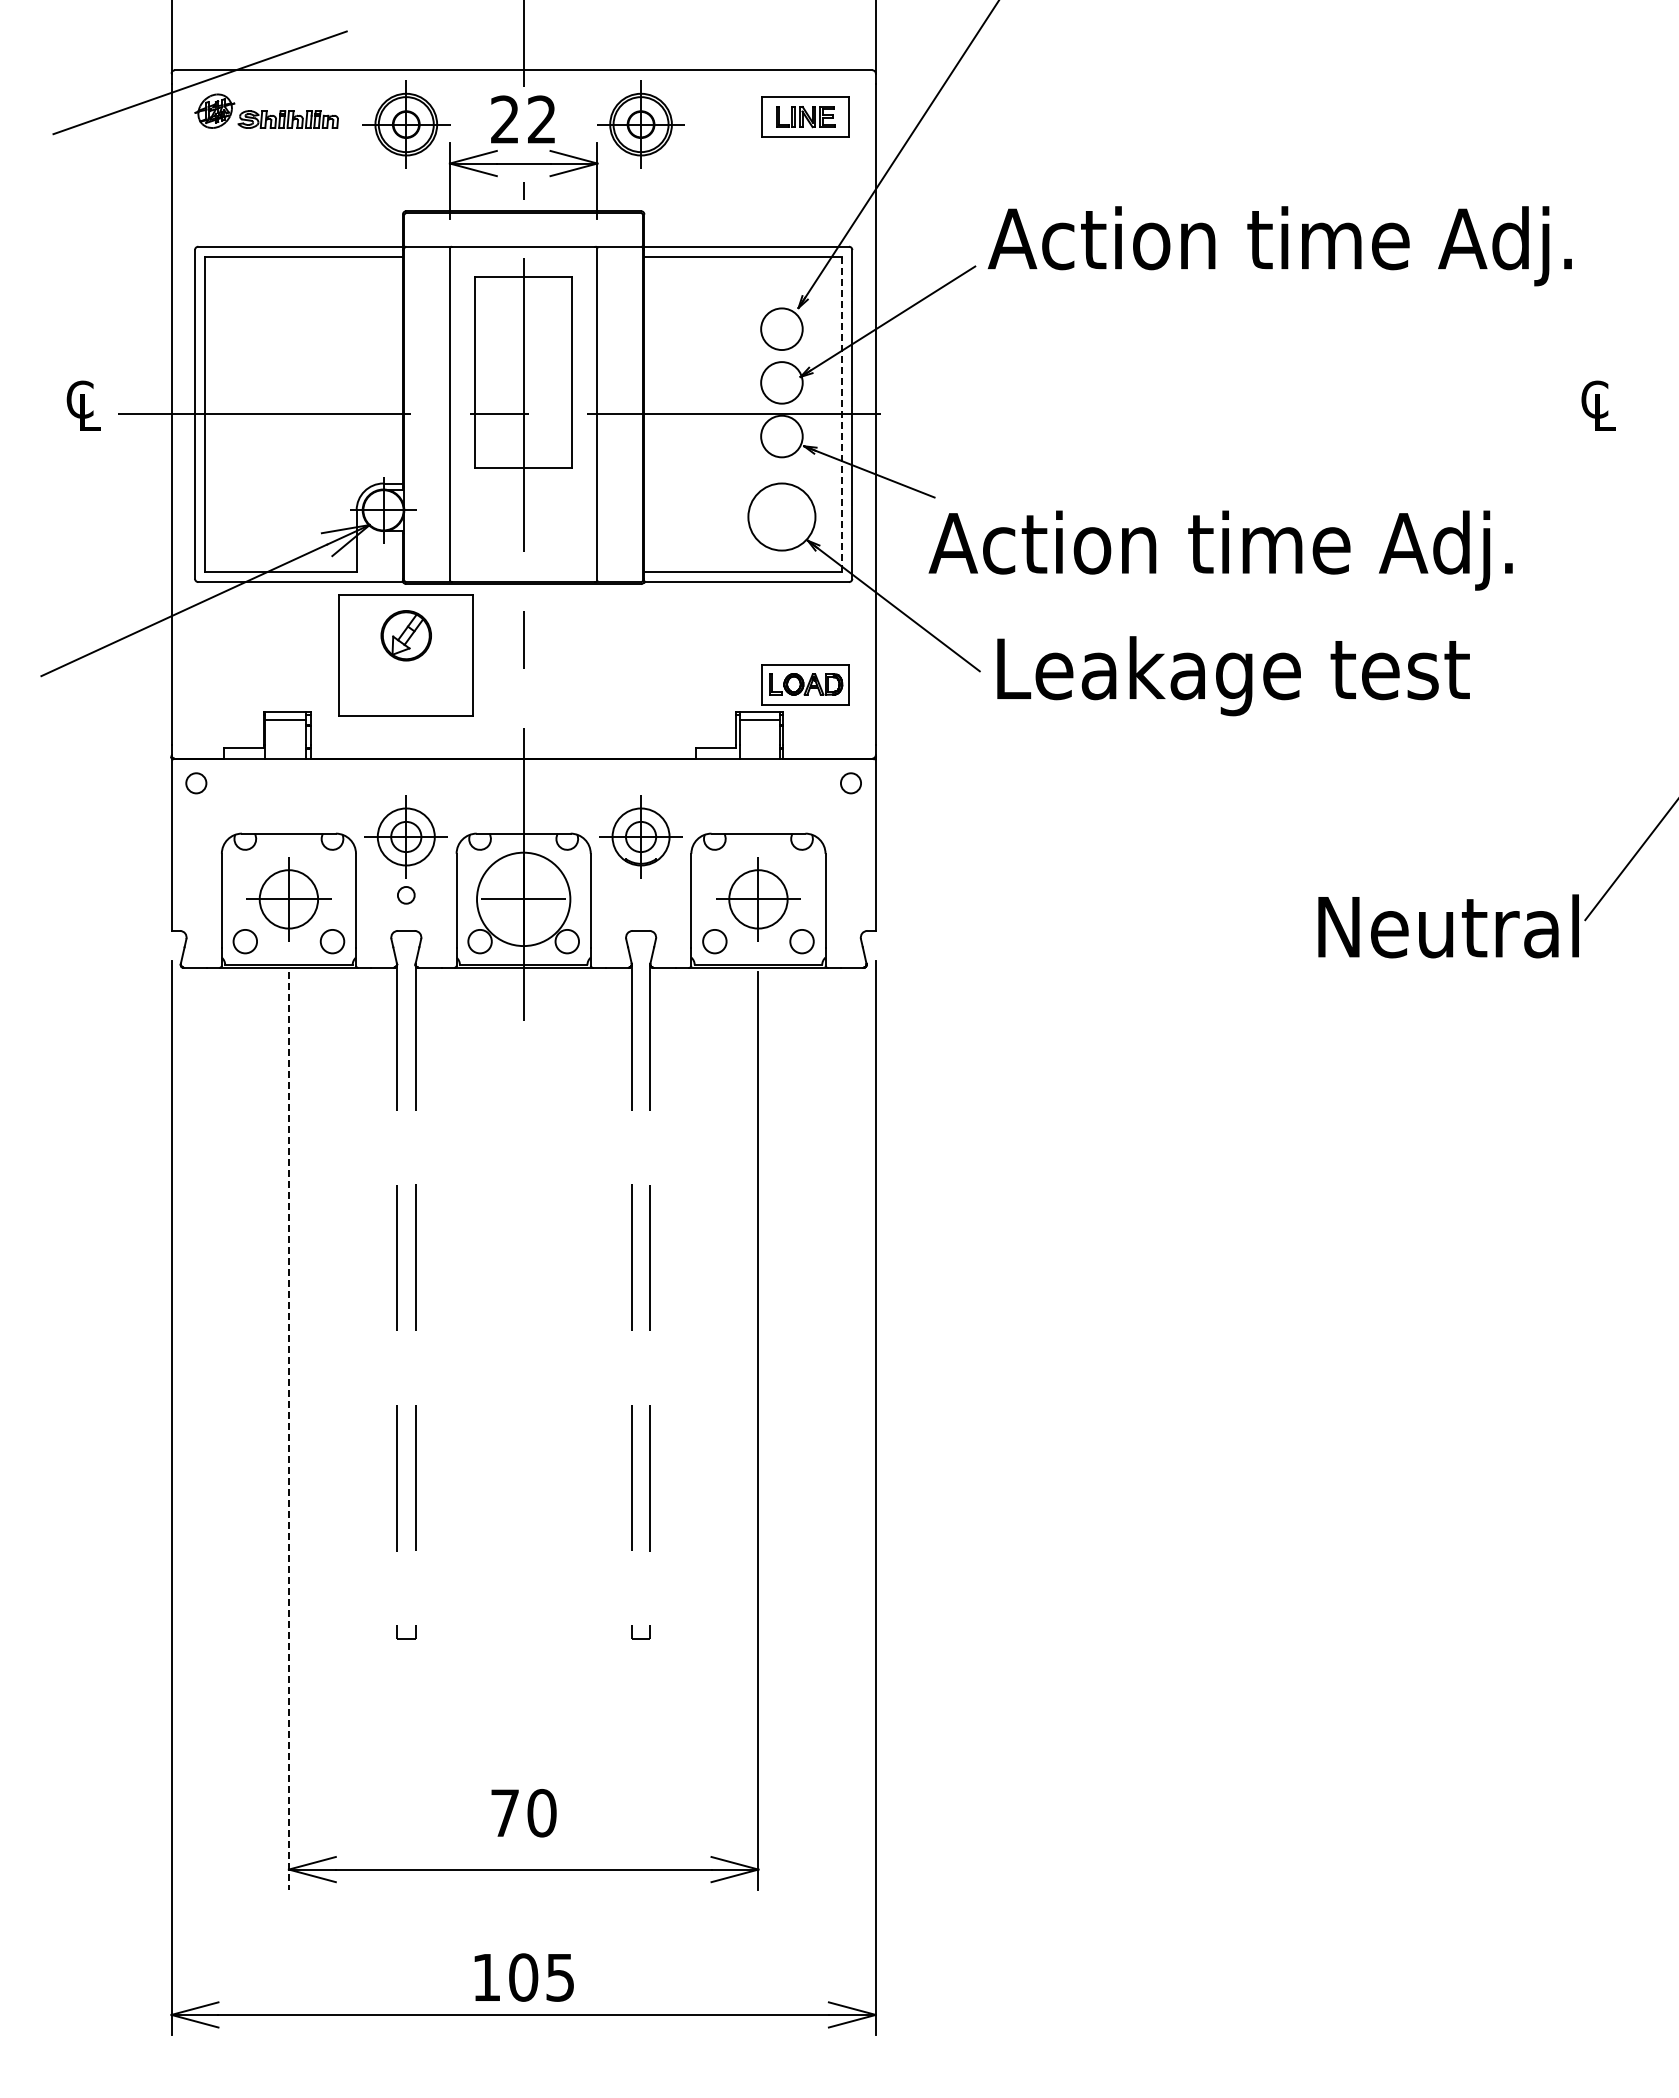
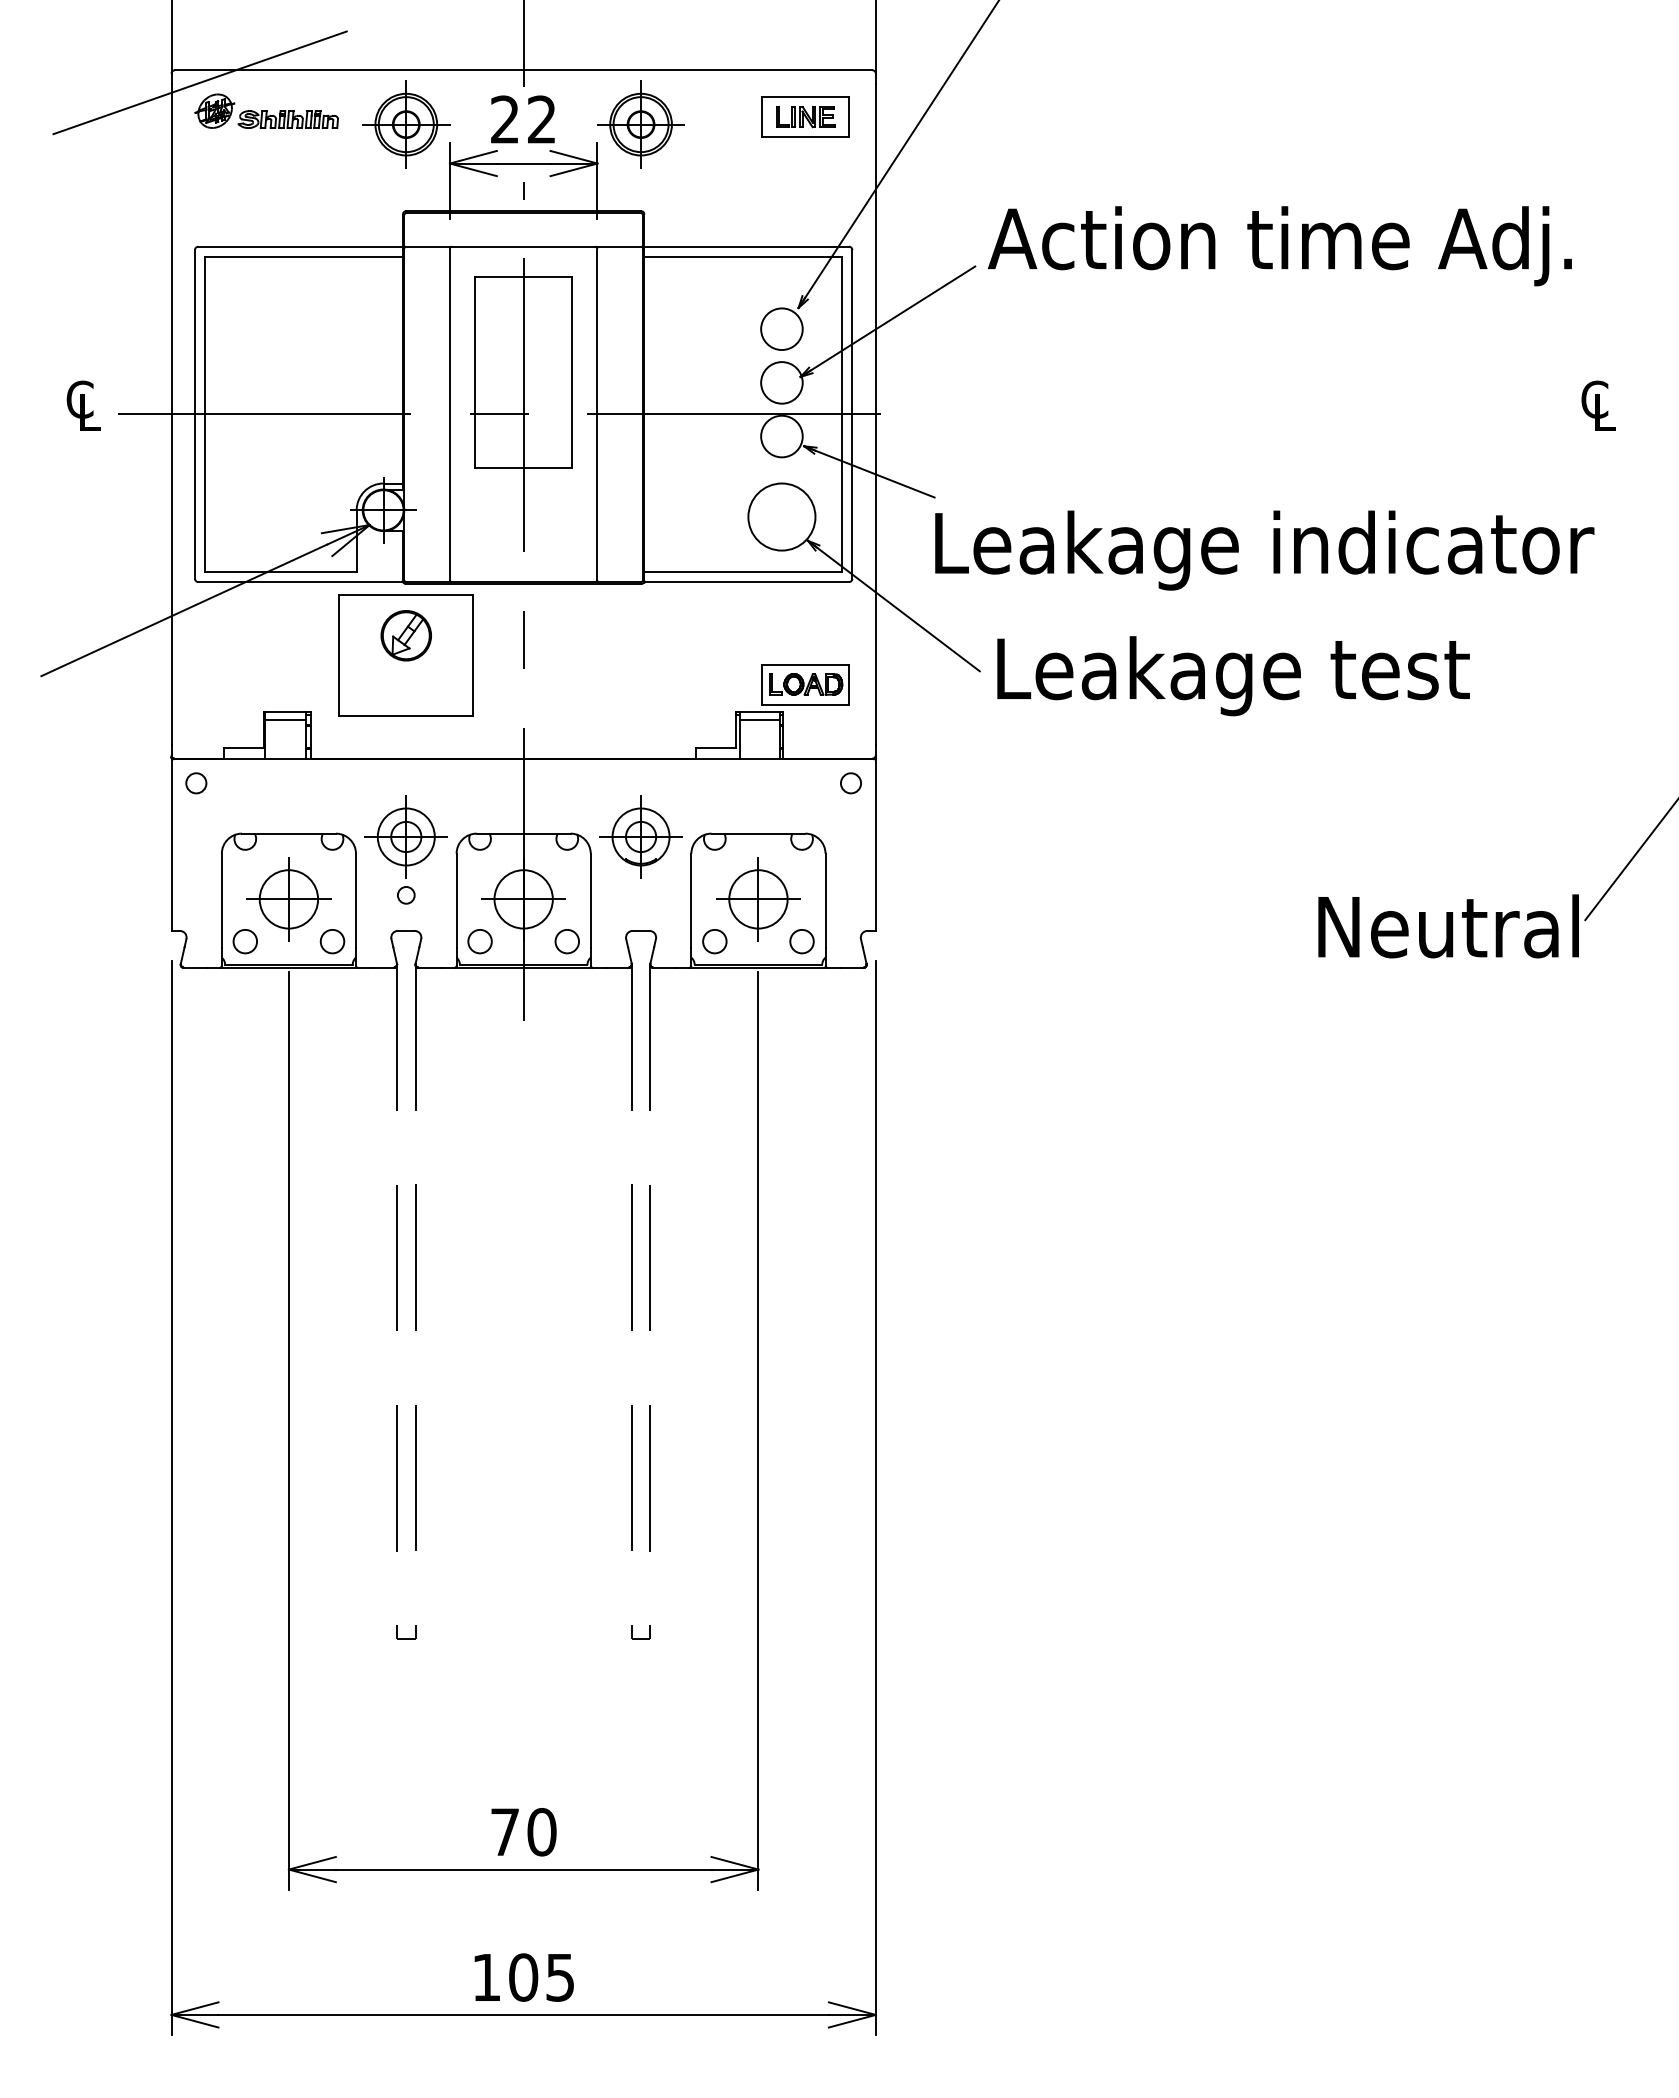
line at (842, 414): dashed -> solid
text at (1261, 550): Action time Adj. -> Leakage indicator
circle at (523, 899) diameter: 93 px -> 58 px
line at (288, 1430): dashed -> solid
text at (523, 1813) position: (523, 1813) -> (523, 1832)
